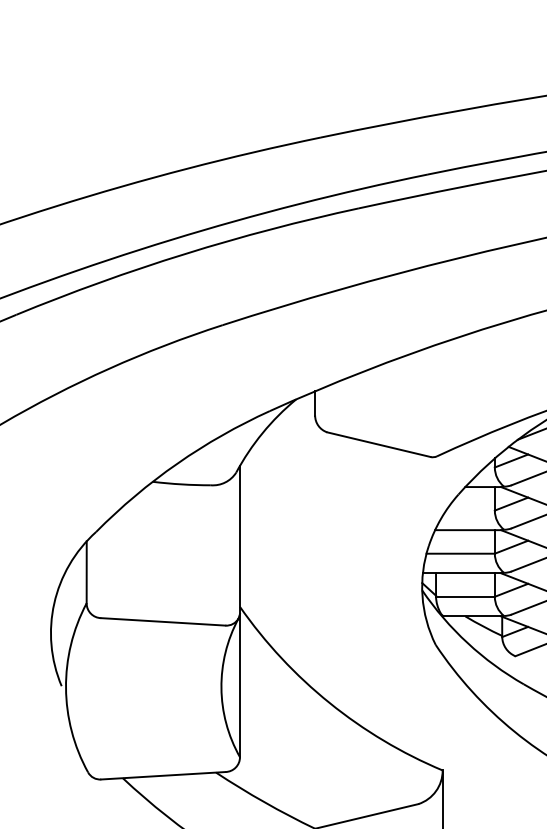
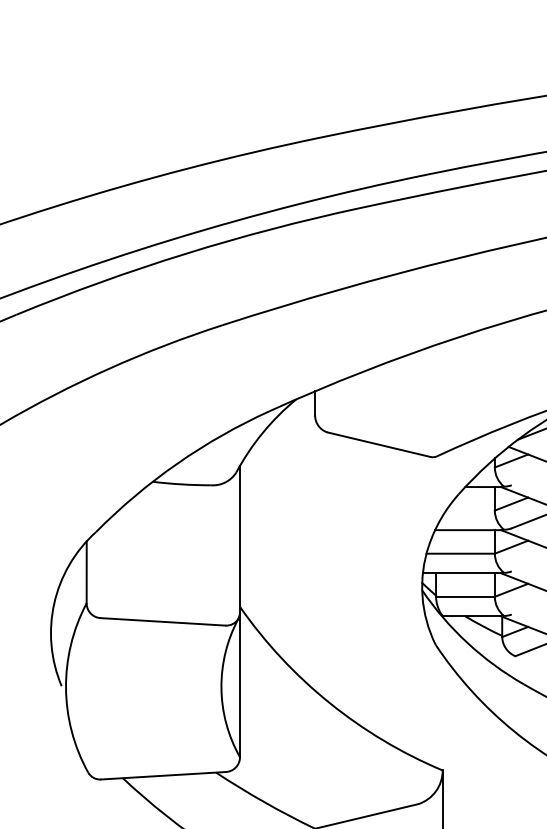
line at (527, 478): present -> none
line at (527, 565): present -> none
line at (527, 608): present -> none
